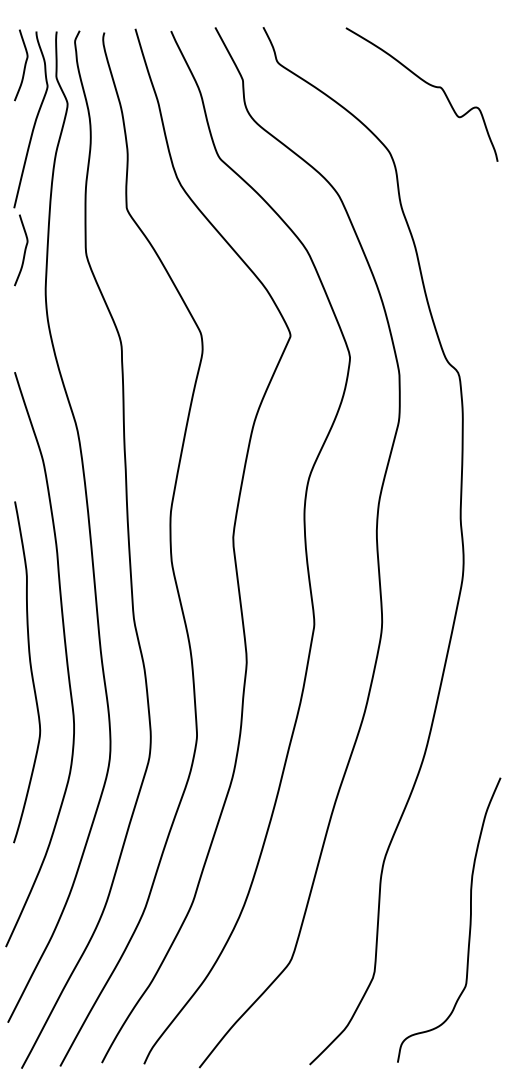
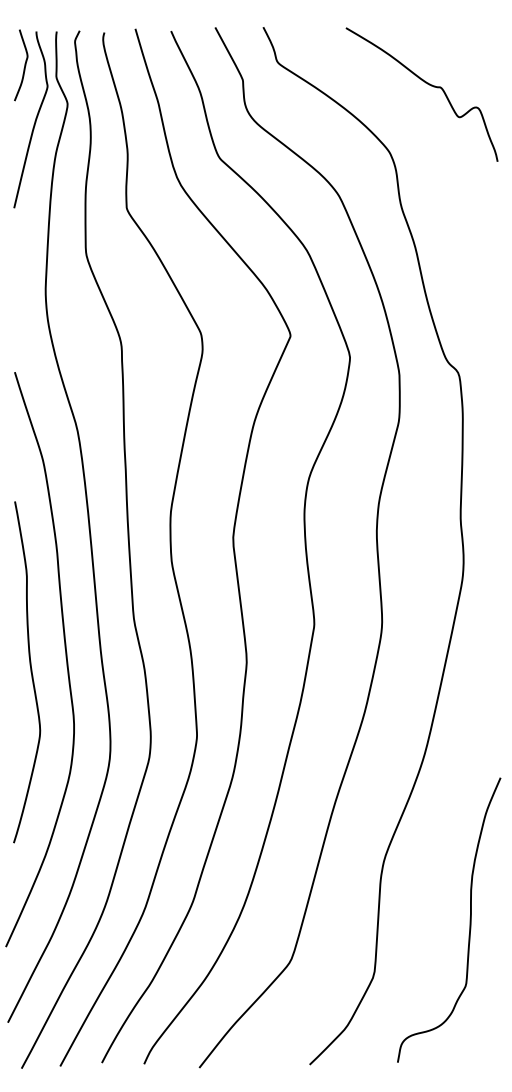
curve at (24, 250): present -> none
